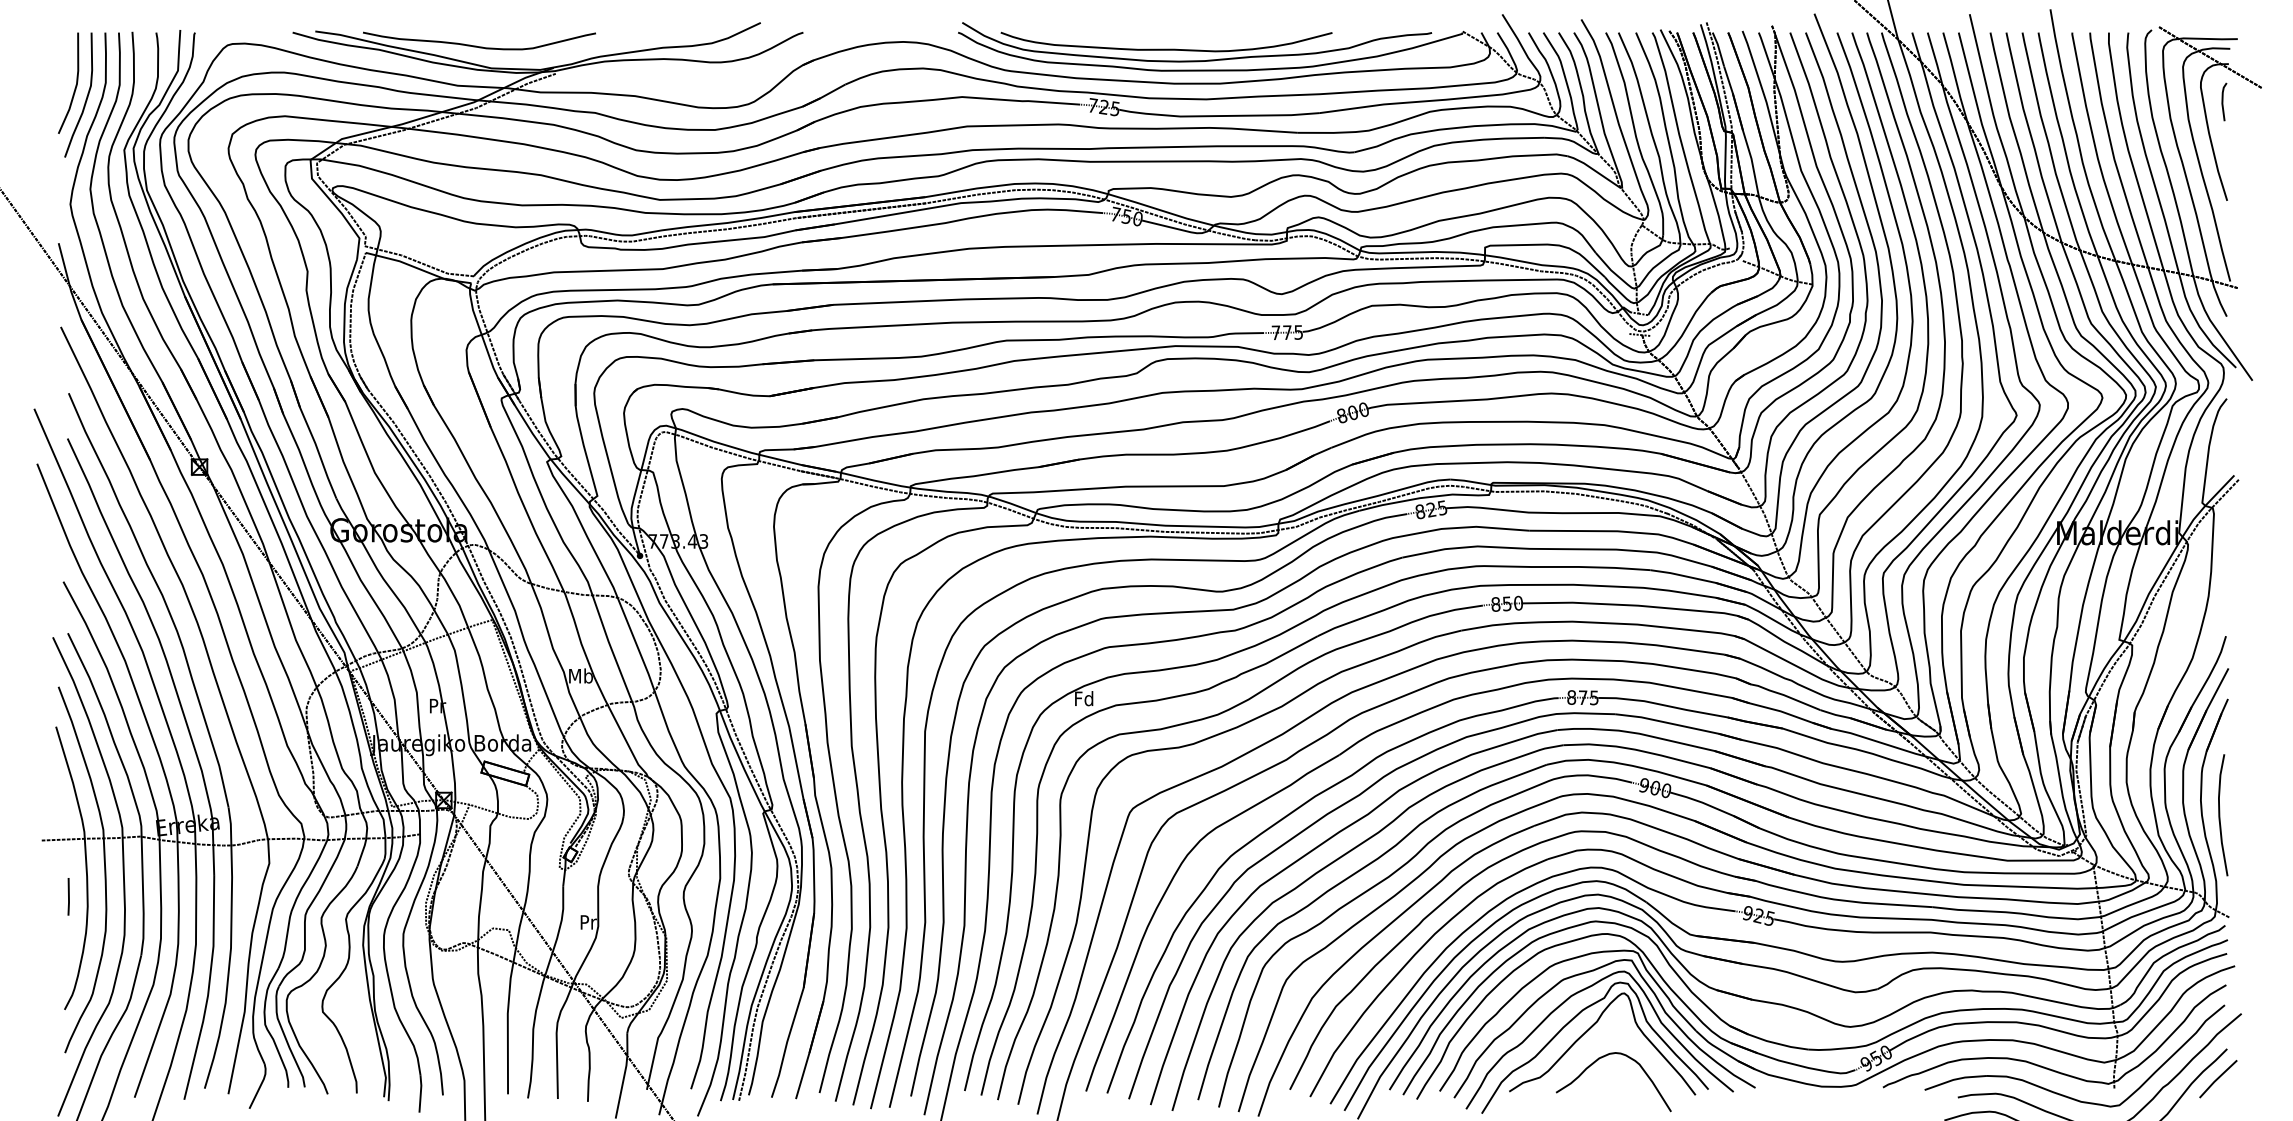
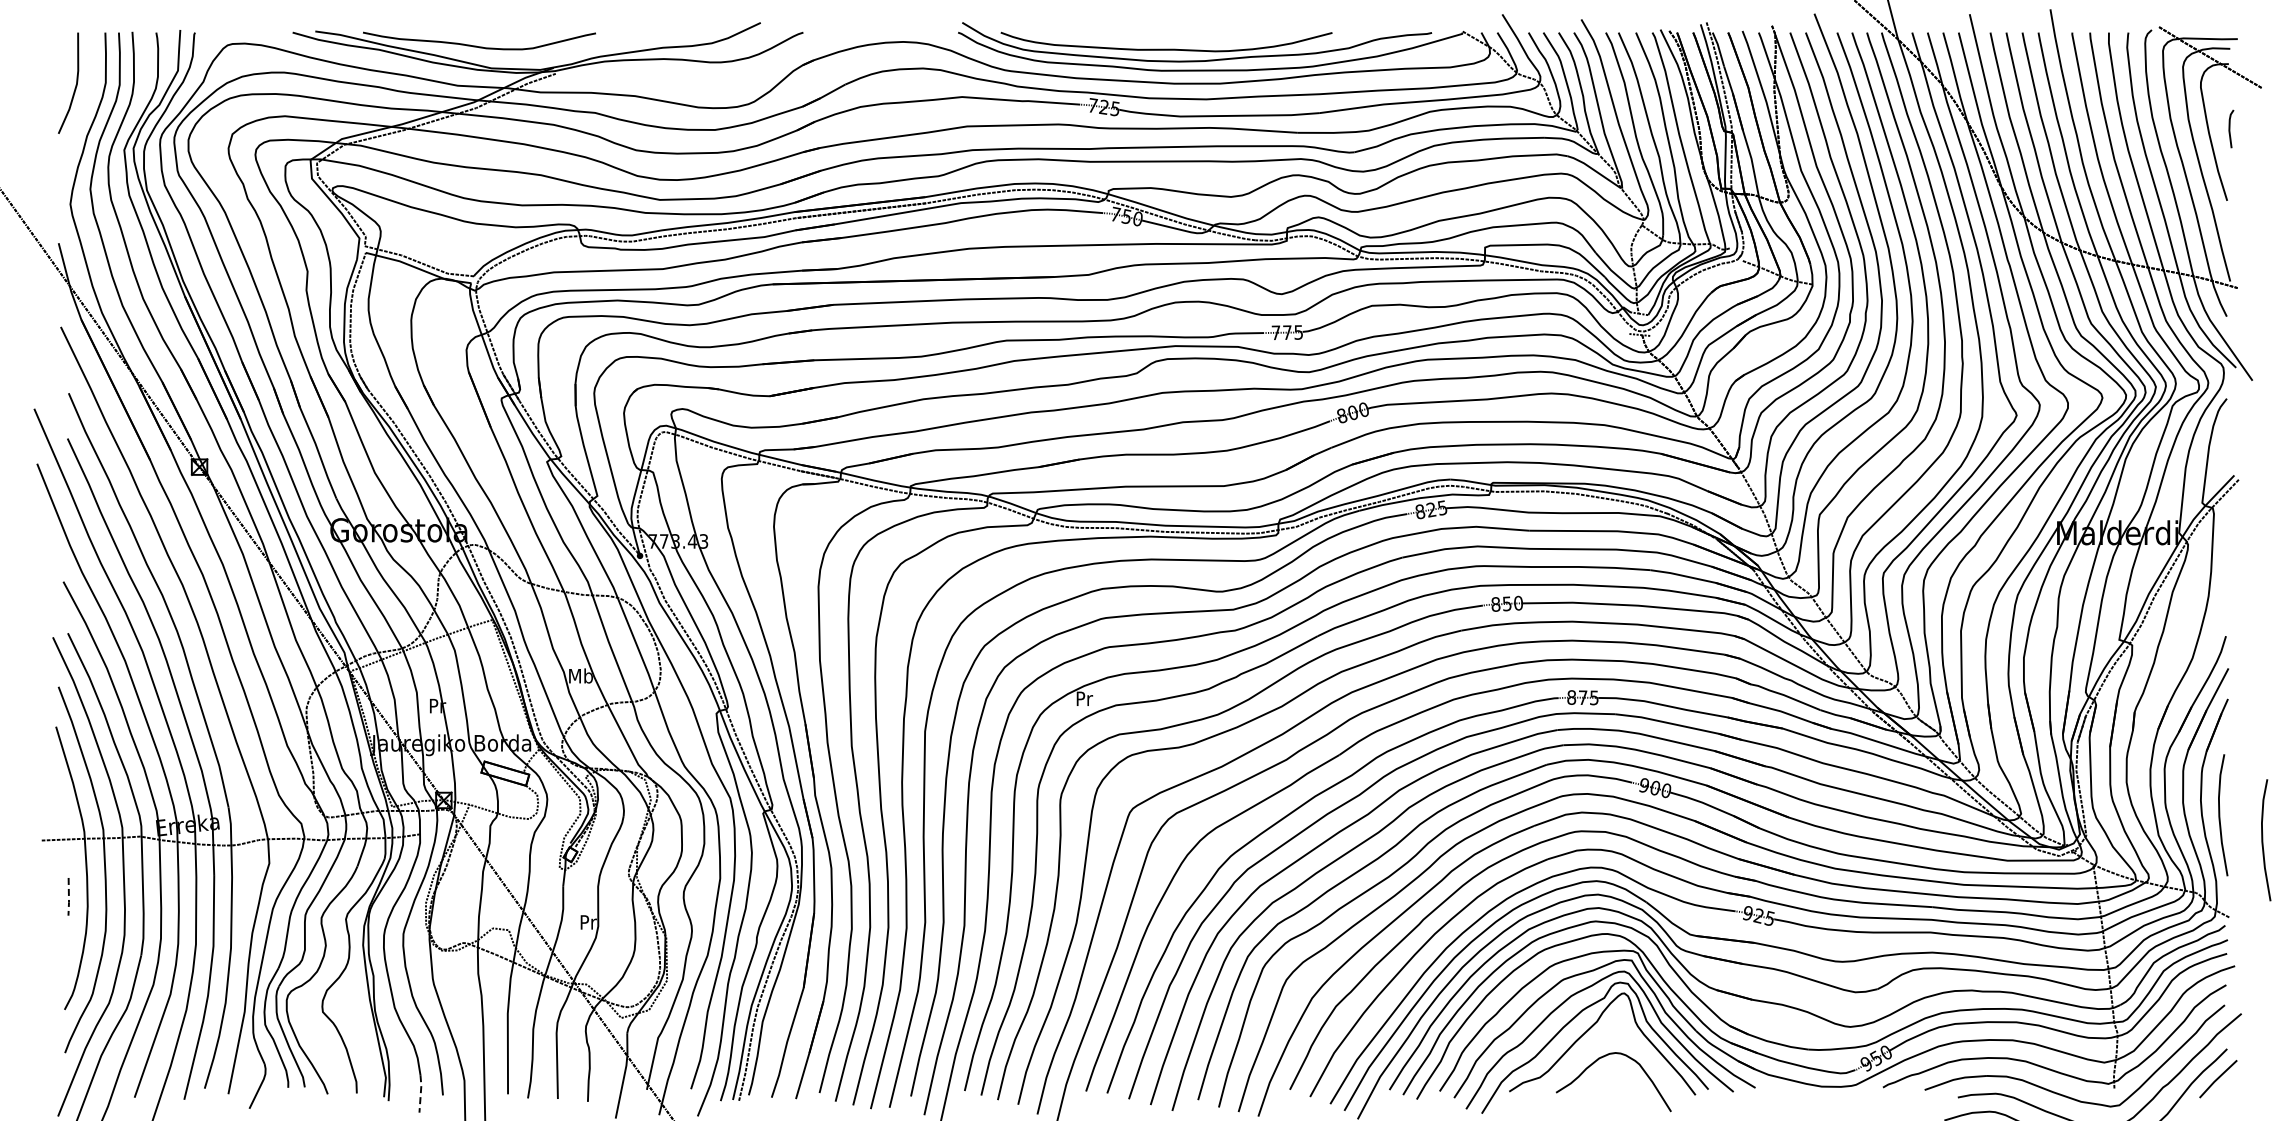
curve at (86, 96): present -> none
line at (2223, 101) position: (2223, 101) -> (2230, 128)
text at (1084, 698): Fd -> Pr
curve at (2263, 840): none -> present
line at (68, 897): solid -> dashed
line at (420, 1093): solid -> dashed
